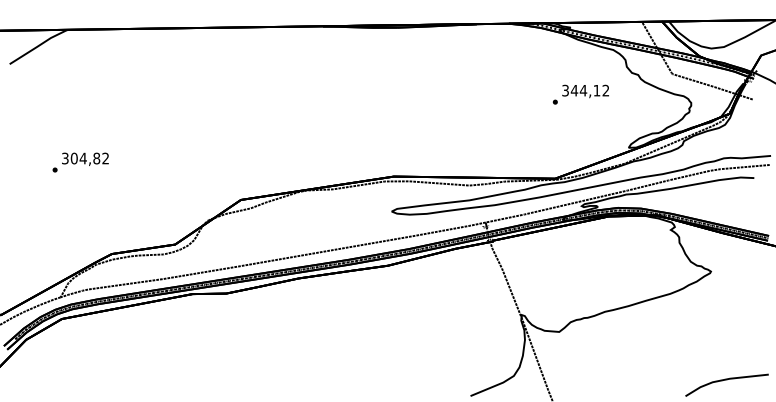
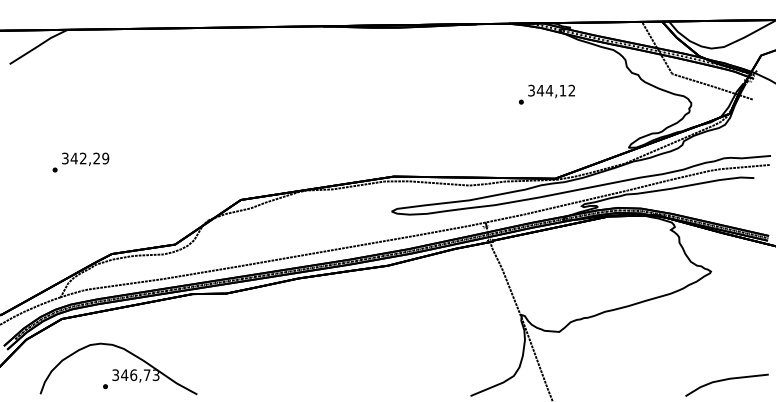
text at (580, 94) position: (580, 94) -> (546, 94)
text at (89, 158): 304,82 -> 342,29
part at (118, 368): none -> present
